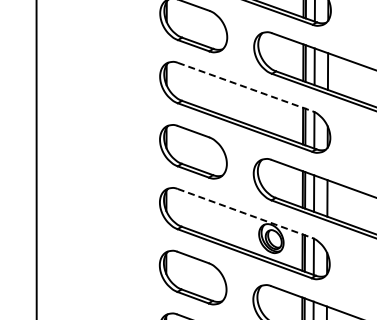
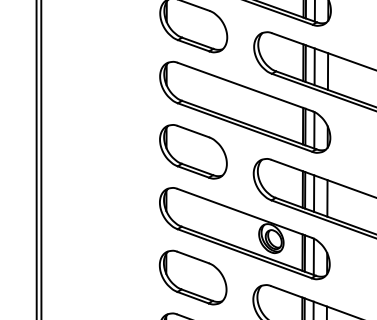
line at (245, 87): dashed -> solid
line at (41, 159): none -> present
line at (245, 213): dashed -> solid
